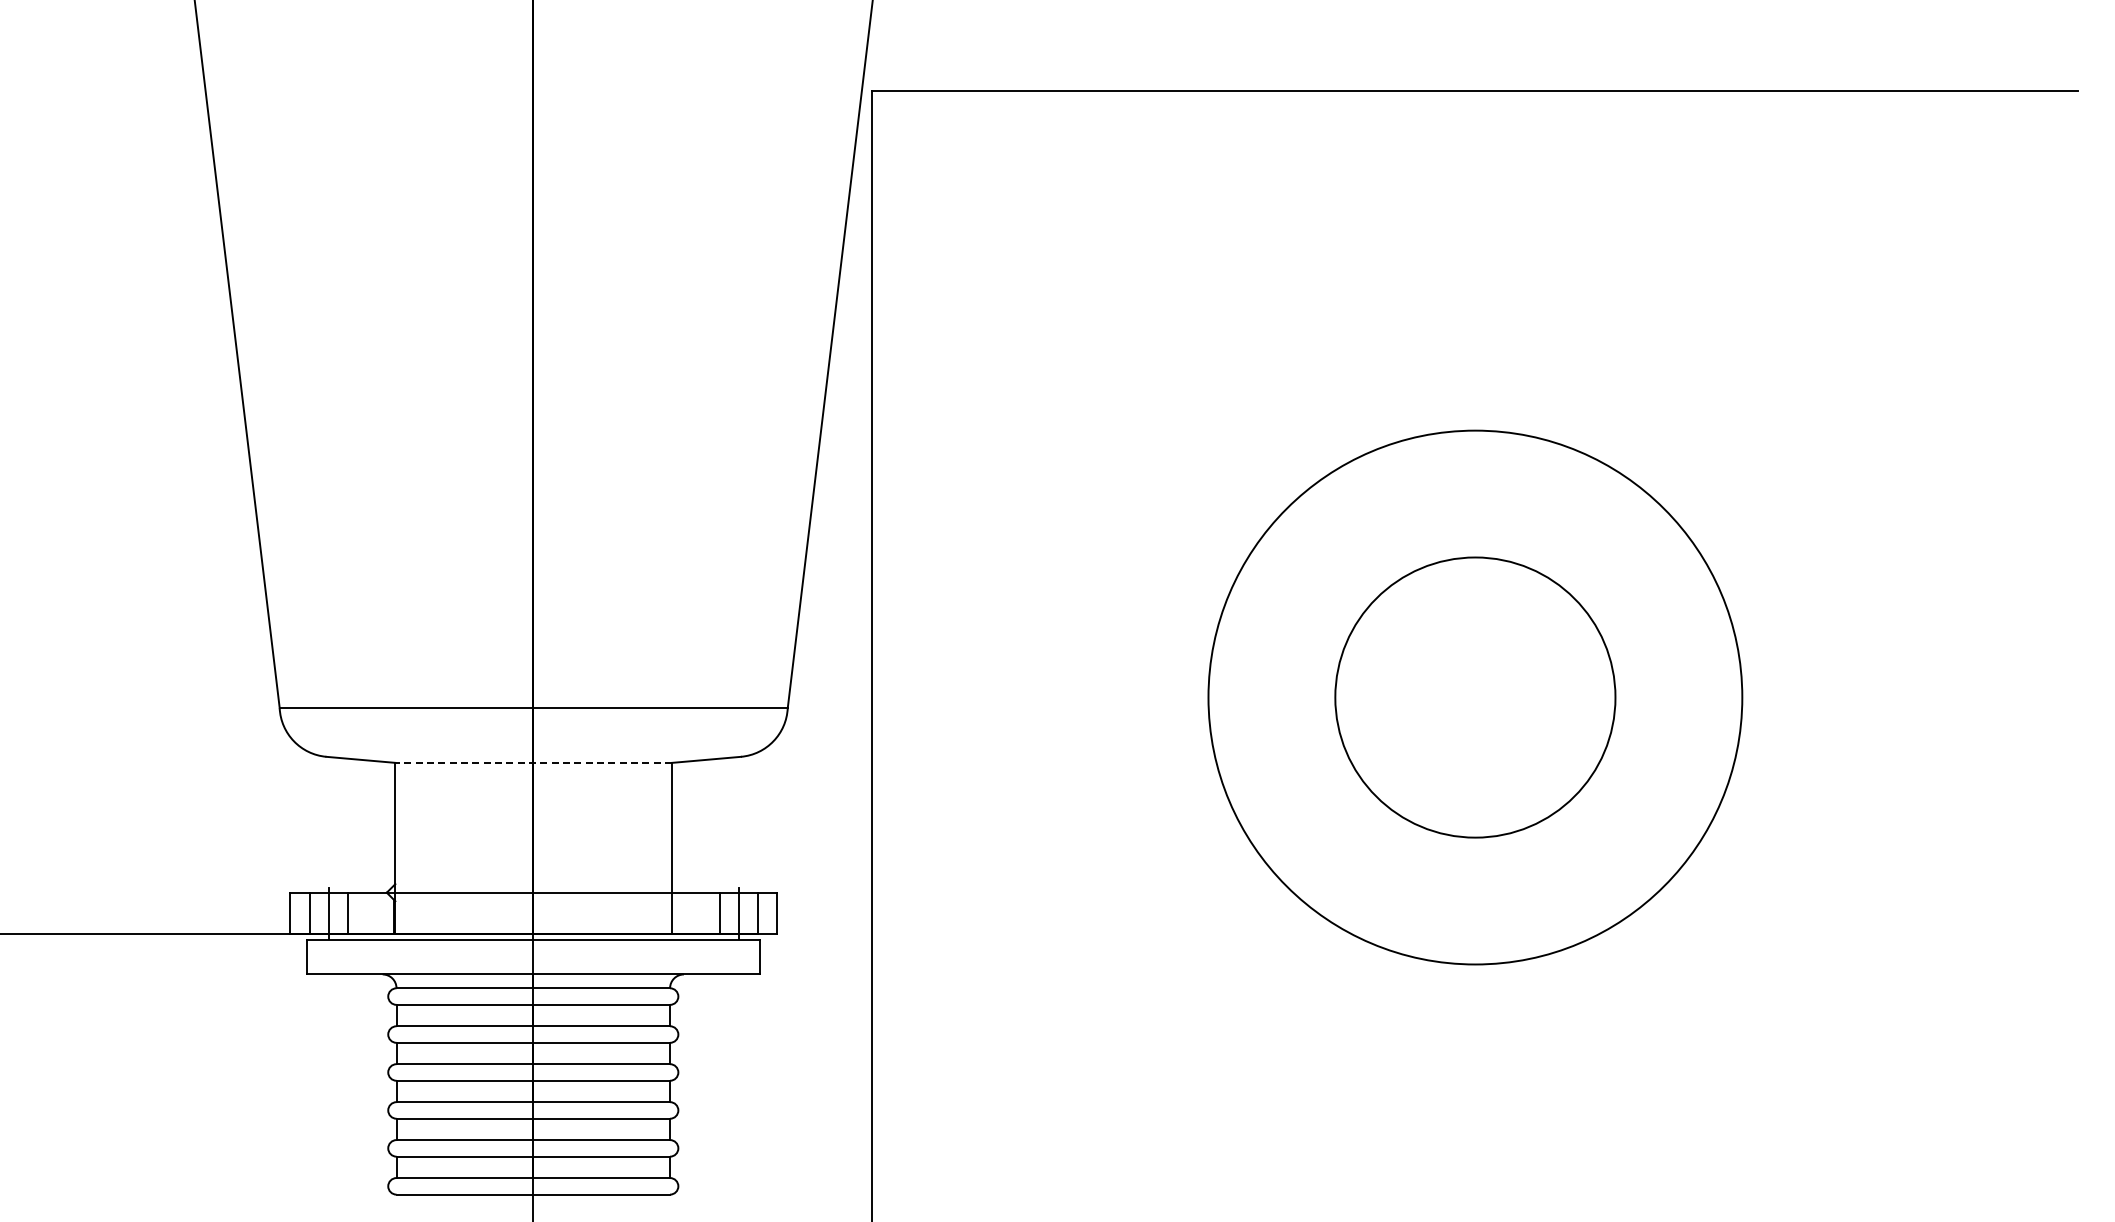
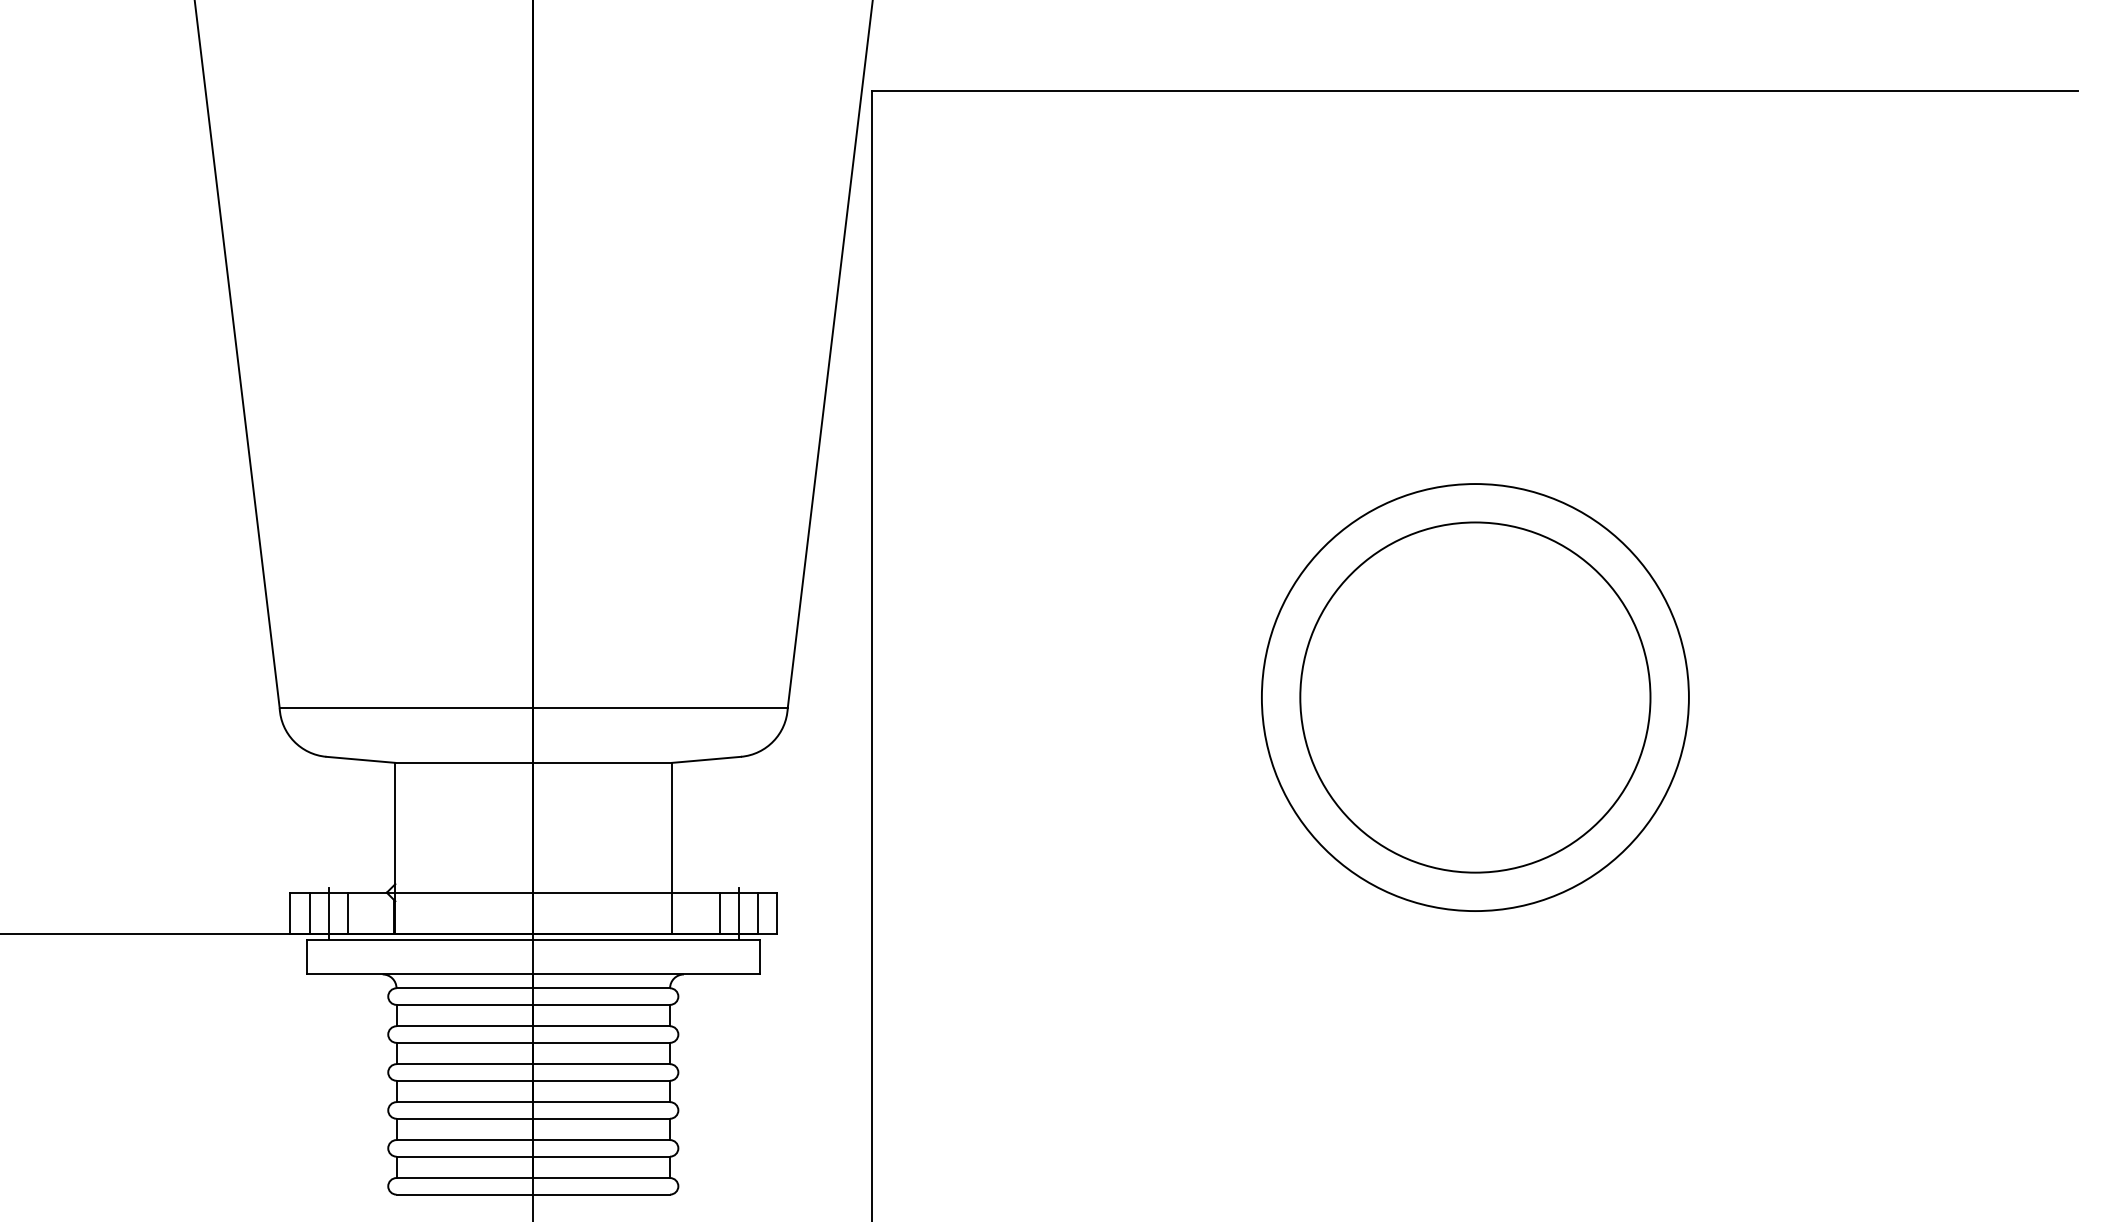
circle at (1475, 697) diameter: 280 px -> 350 px
circle at (1475, 697) diameter: 534 px -> 427 px
line at (533, 762): dashed -> solid
